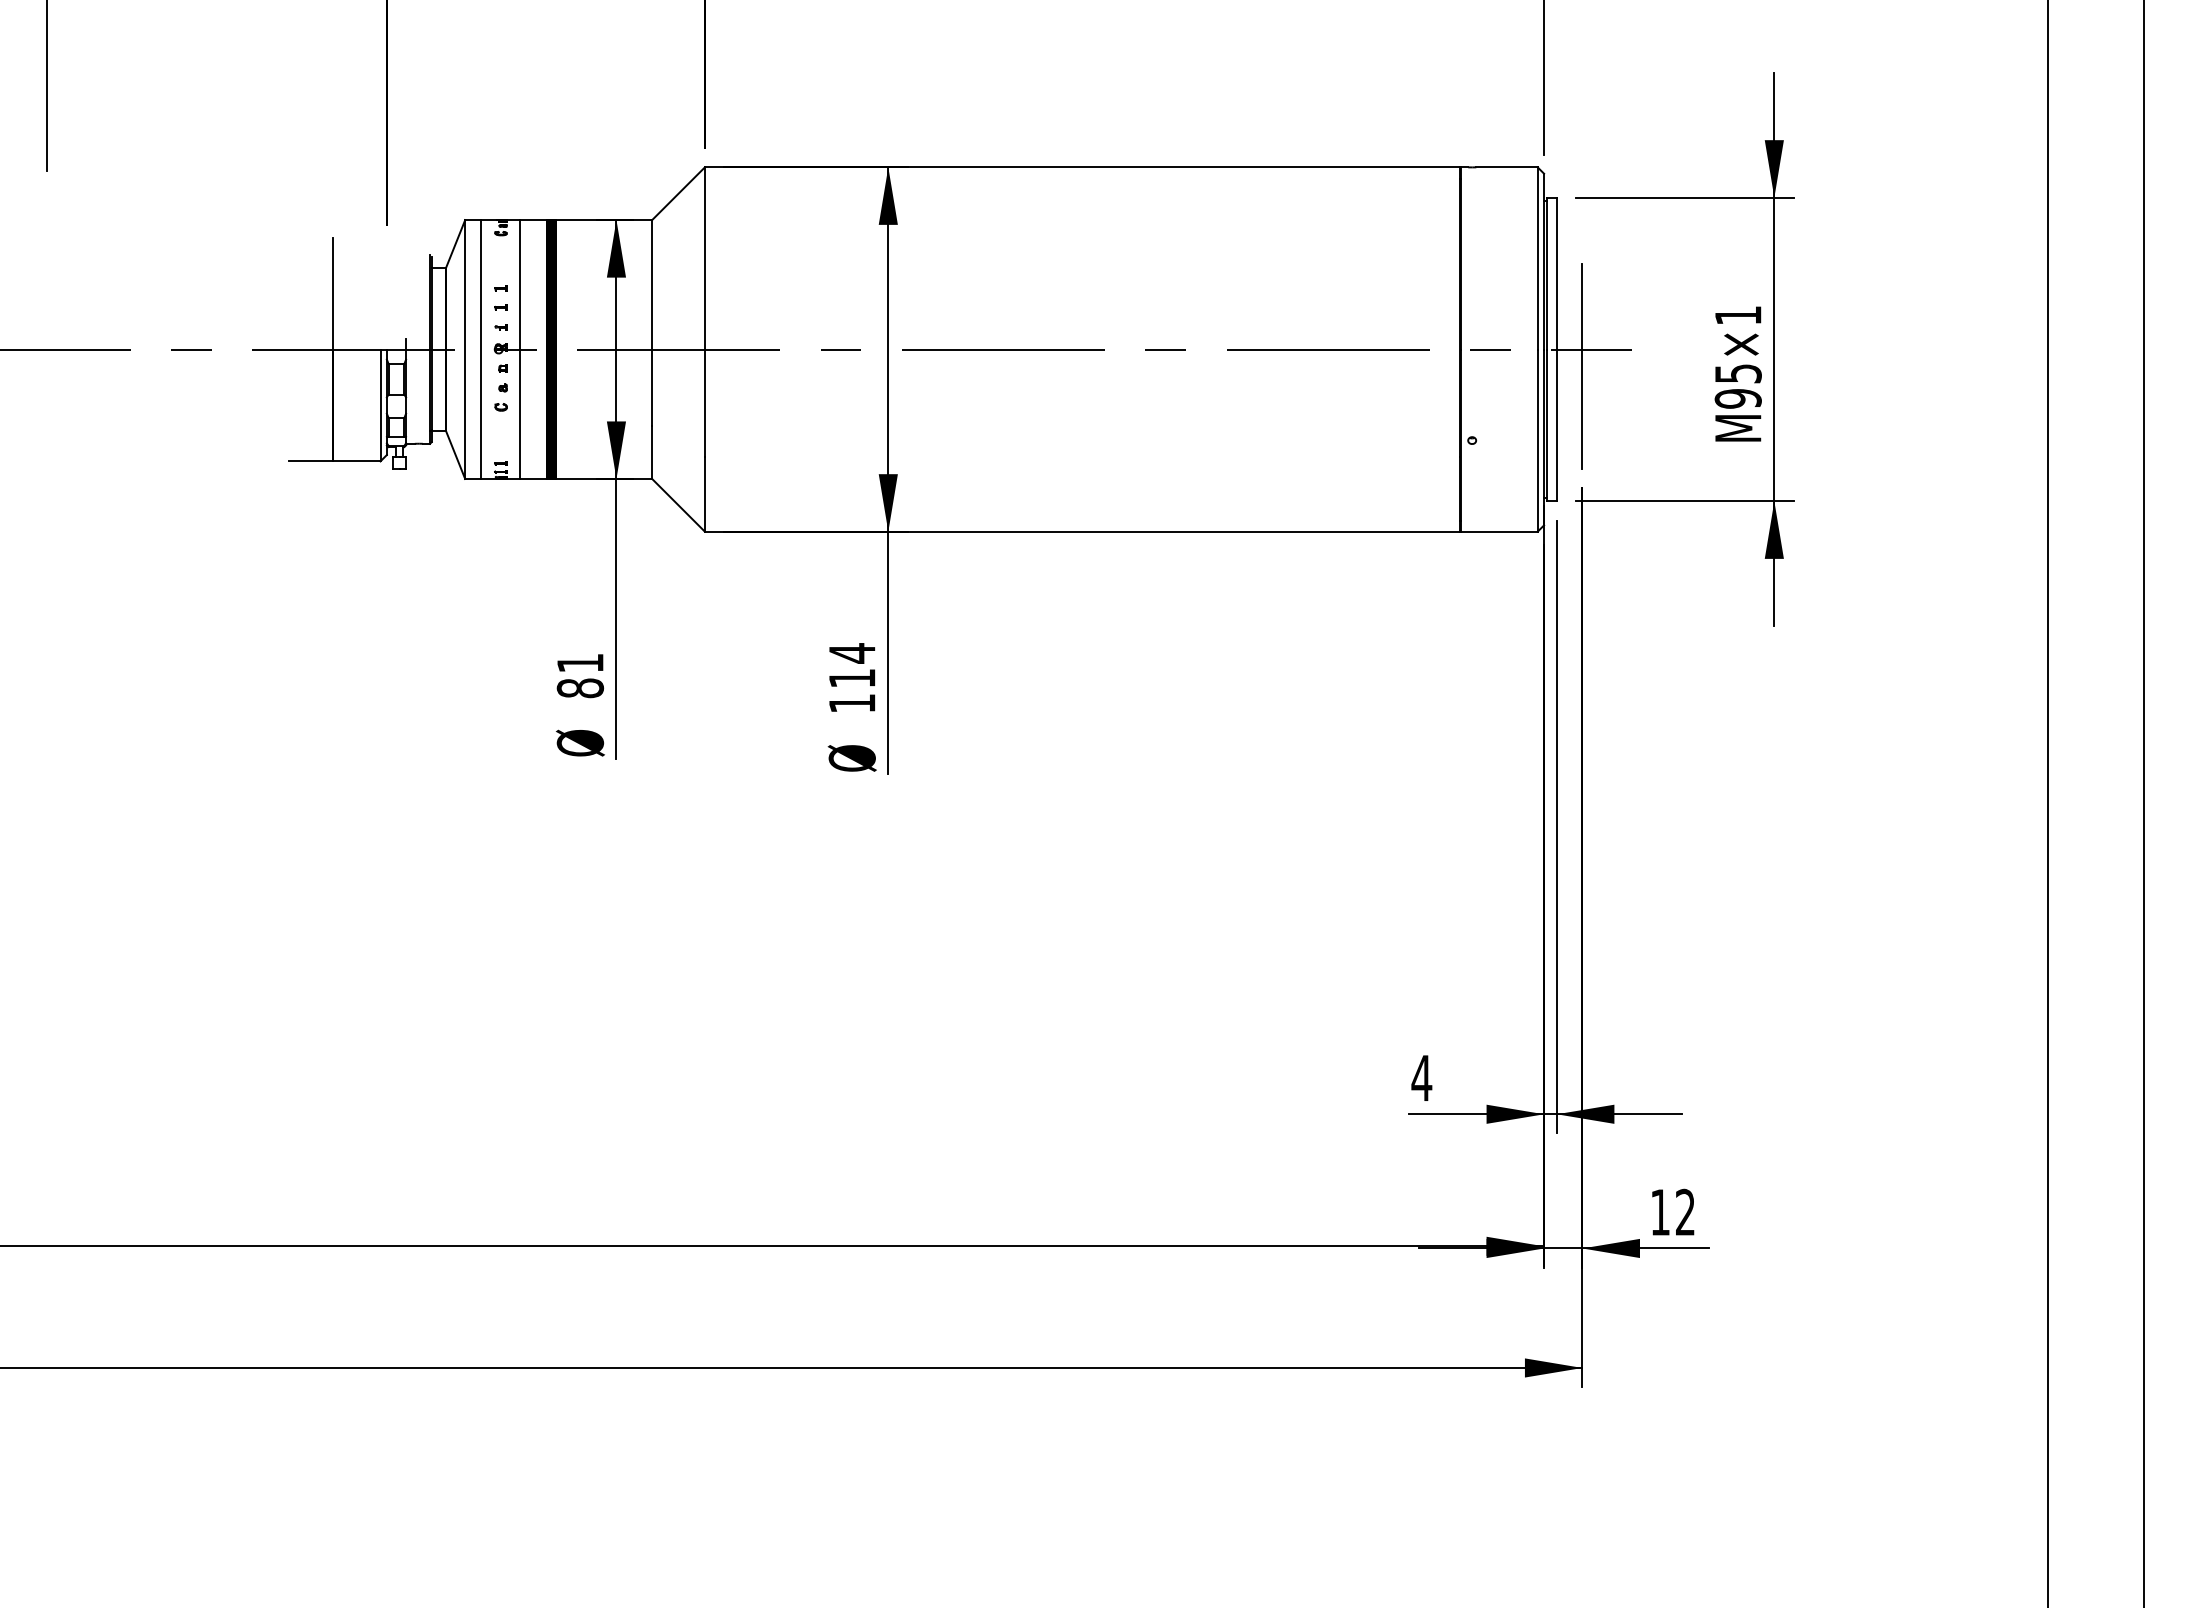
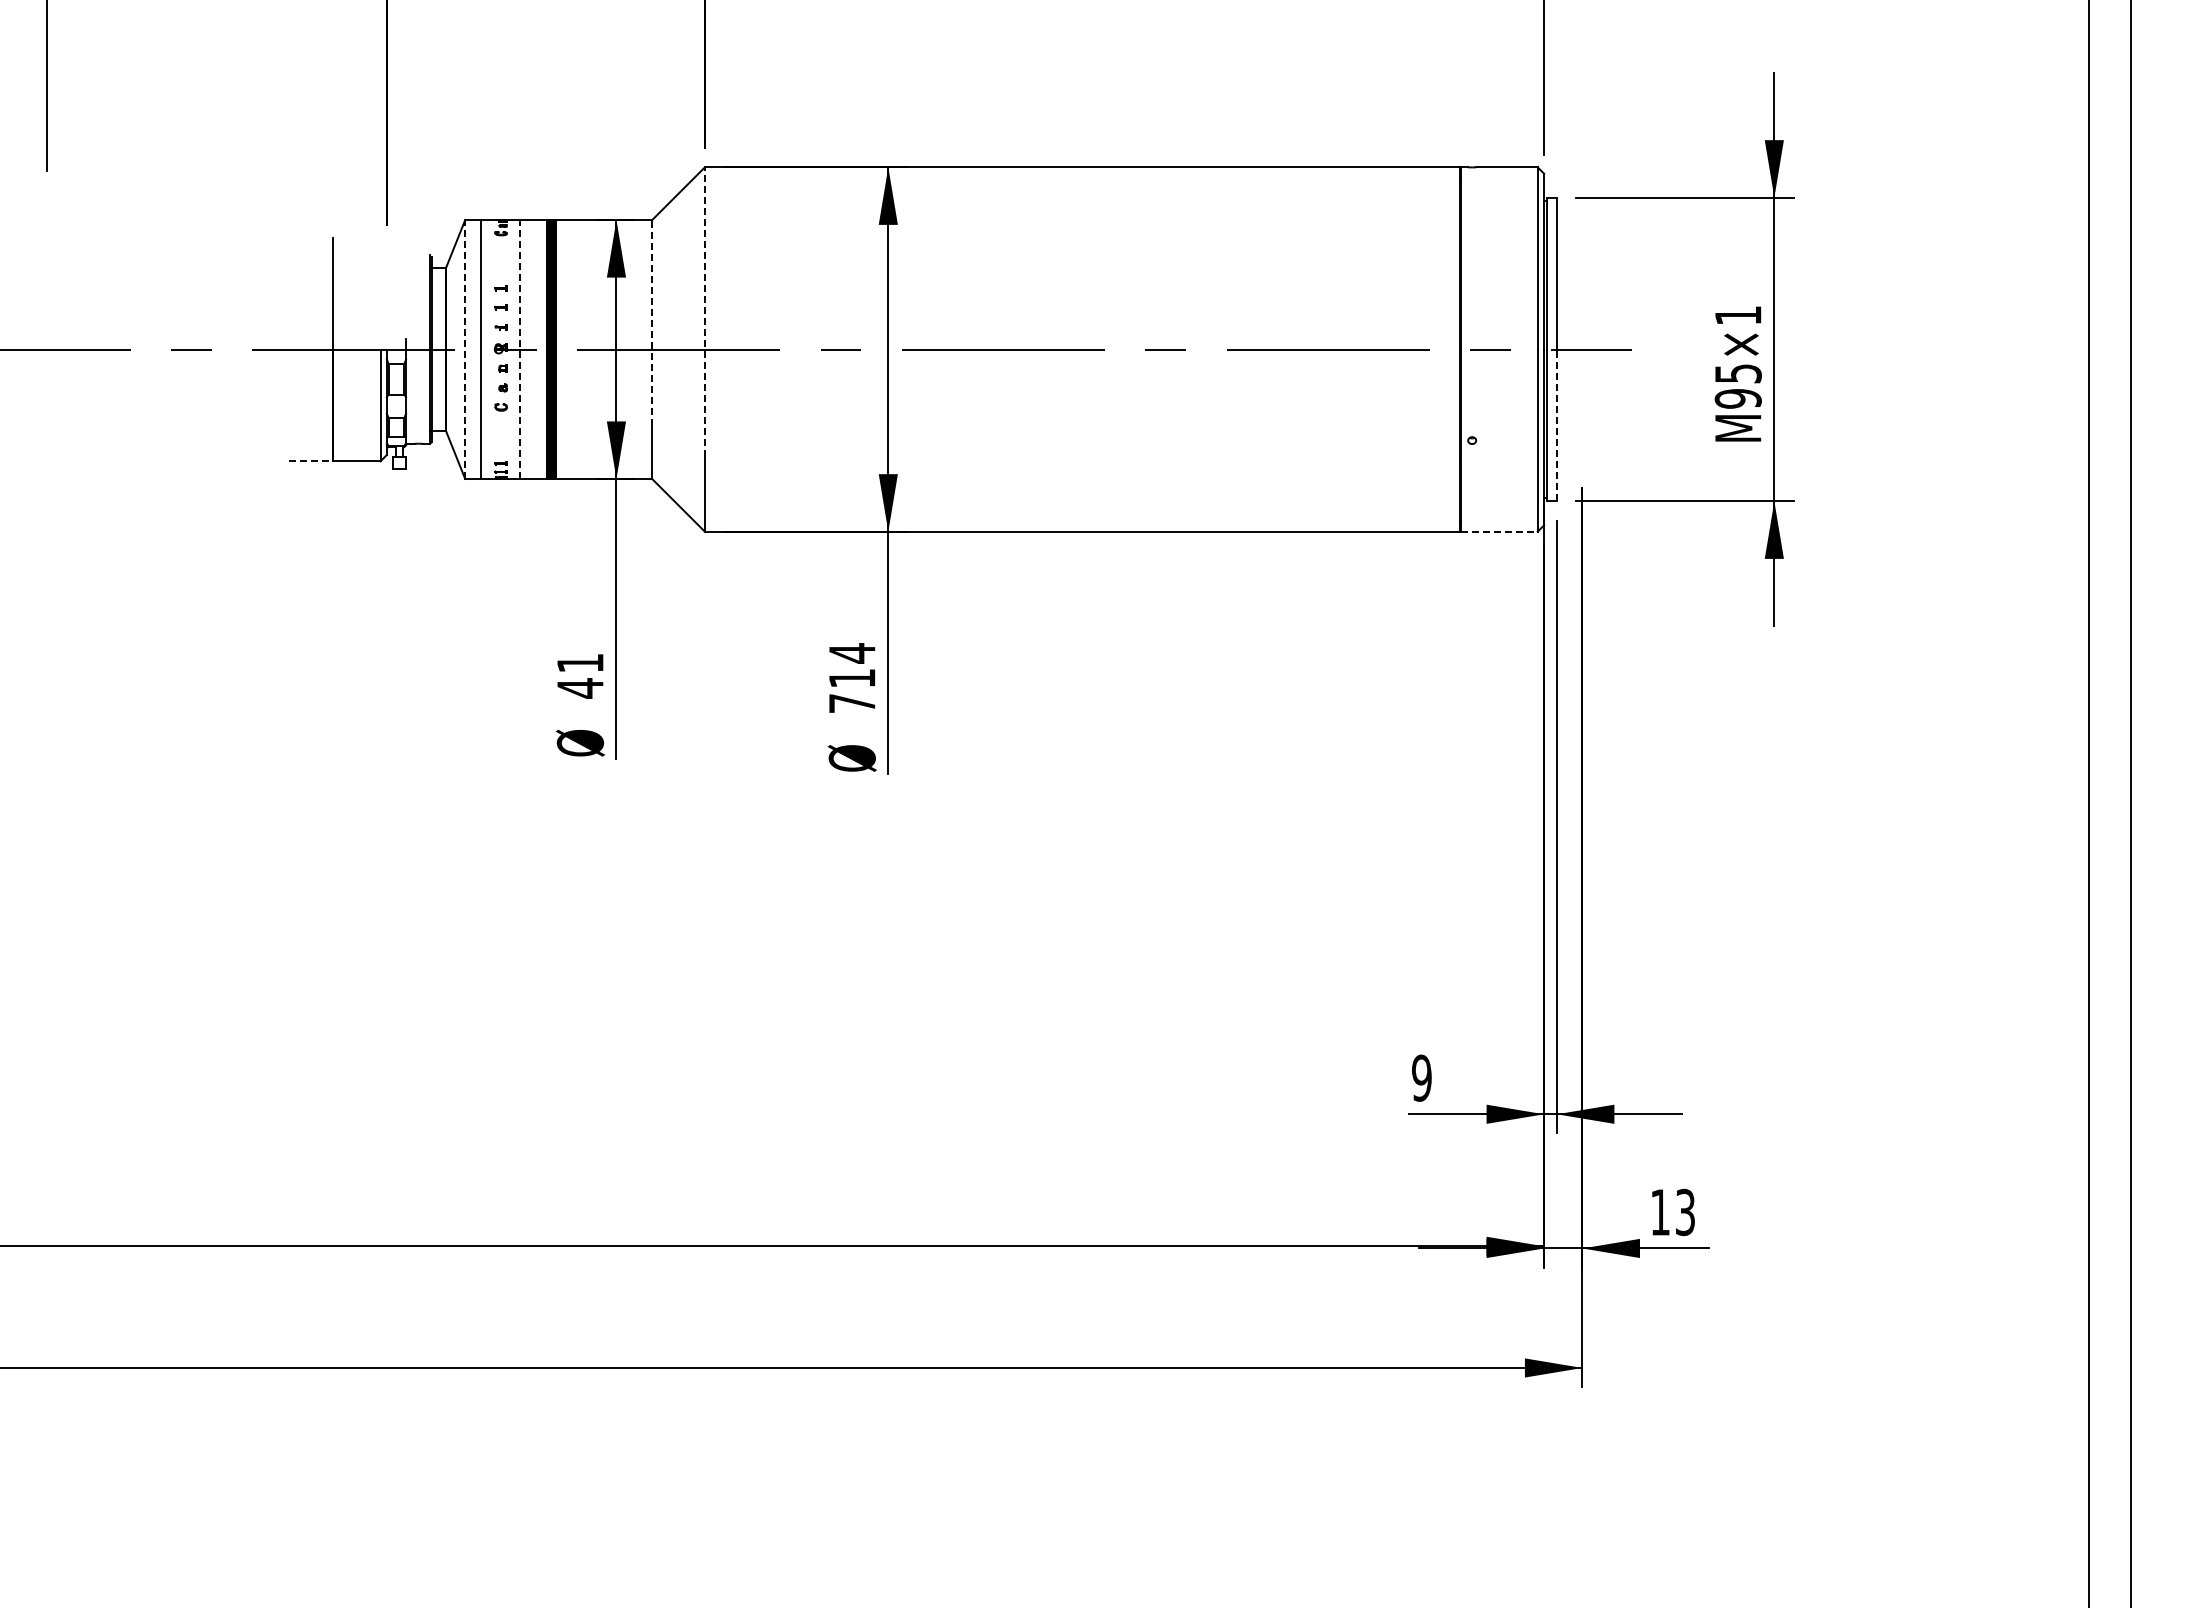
line at (704, 311): solid -> dashed
line at (652, 322): solid -> dashed
line at (465, 349): solid -> dashed
line at (519, 349): solid -> dashed
line at (1582, 366): present -> none
line at (1556, 425): solid -> dashed
line at (310, 461): solid -> dashed
line at (1499, 531): solid -> dashed
text at (580, 688): 81 -> 41
text at (852, 703): 114 -> 714
line at (2047, 803) position: (2047, 803) -> (2088, 803)
line at (2143, 803) position: (2143, 803) -> (2130, 803)
text at (1421, 1077): 4 -> 9
text at (1685, 1212): 12 -> 13
